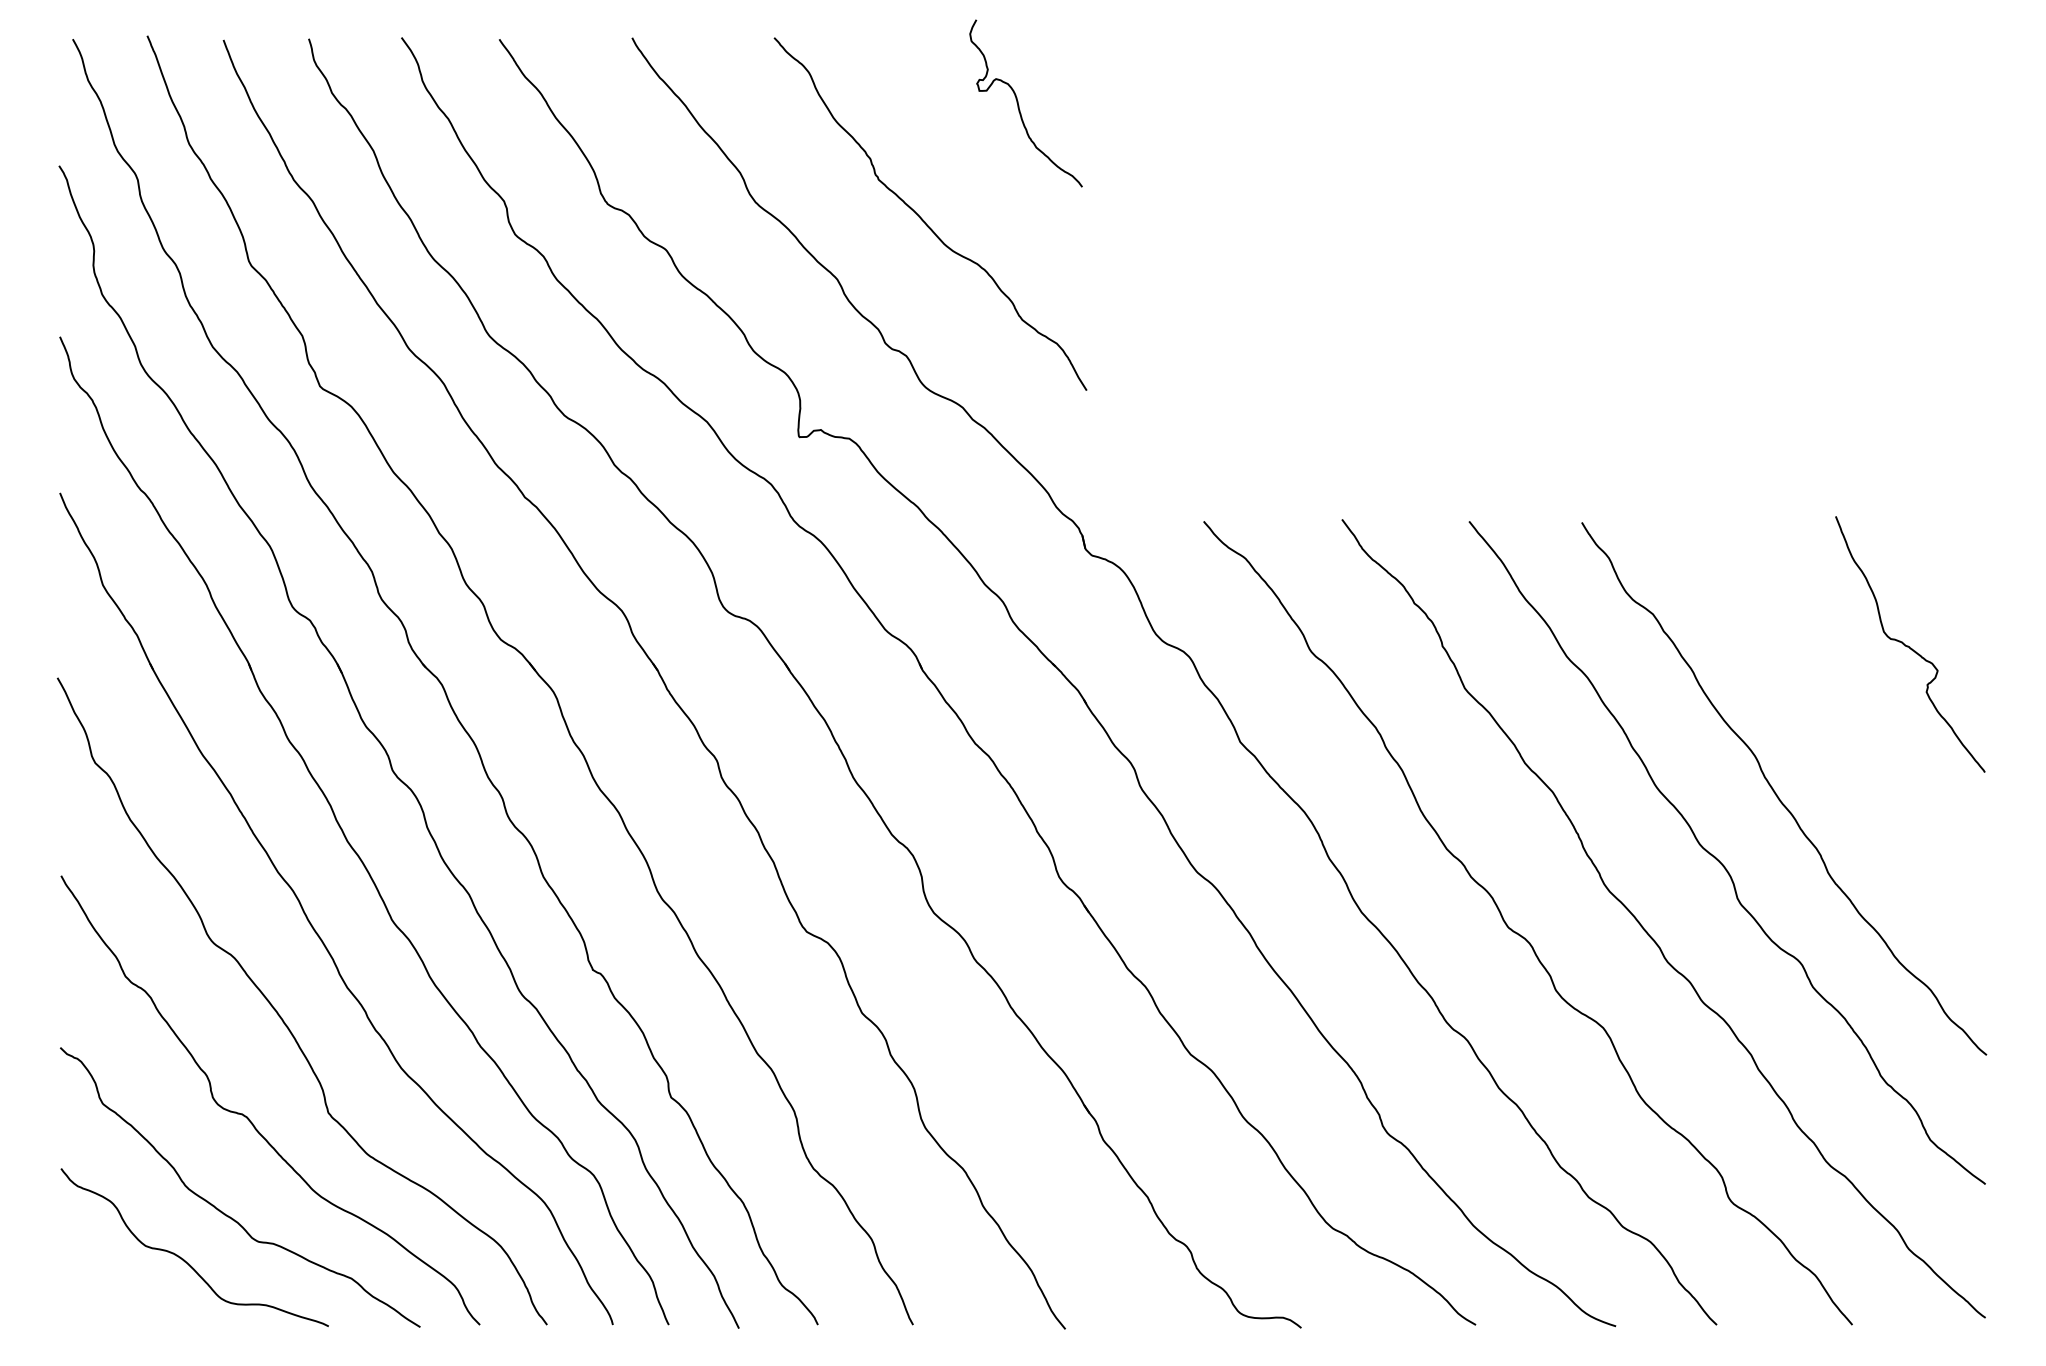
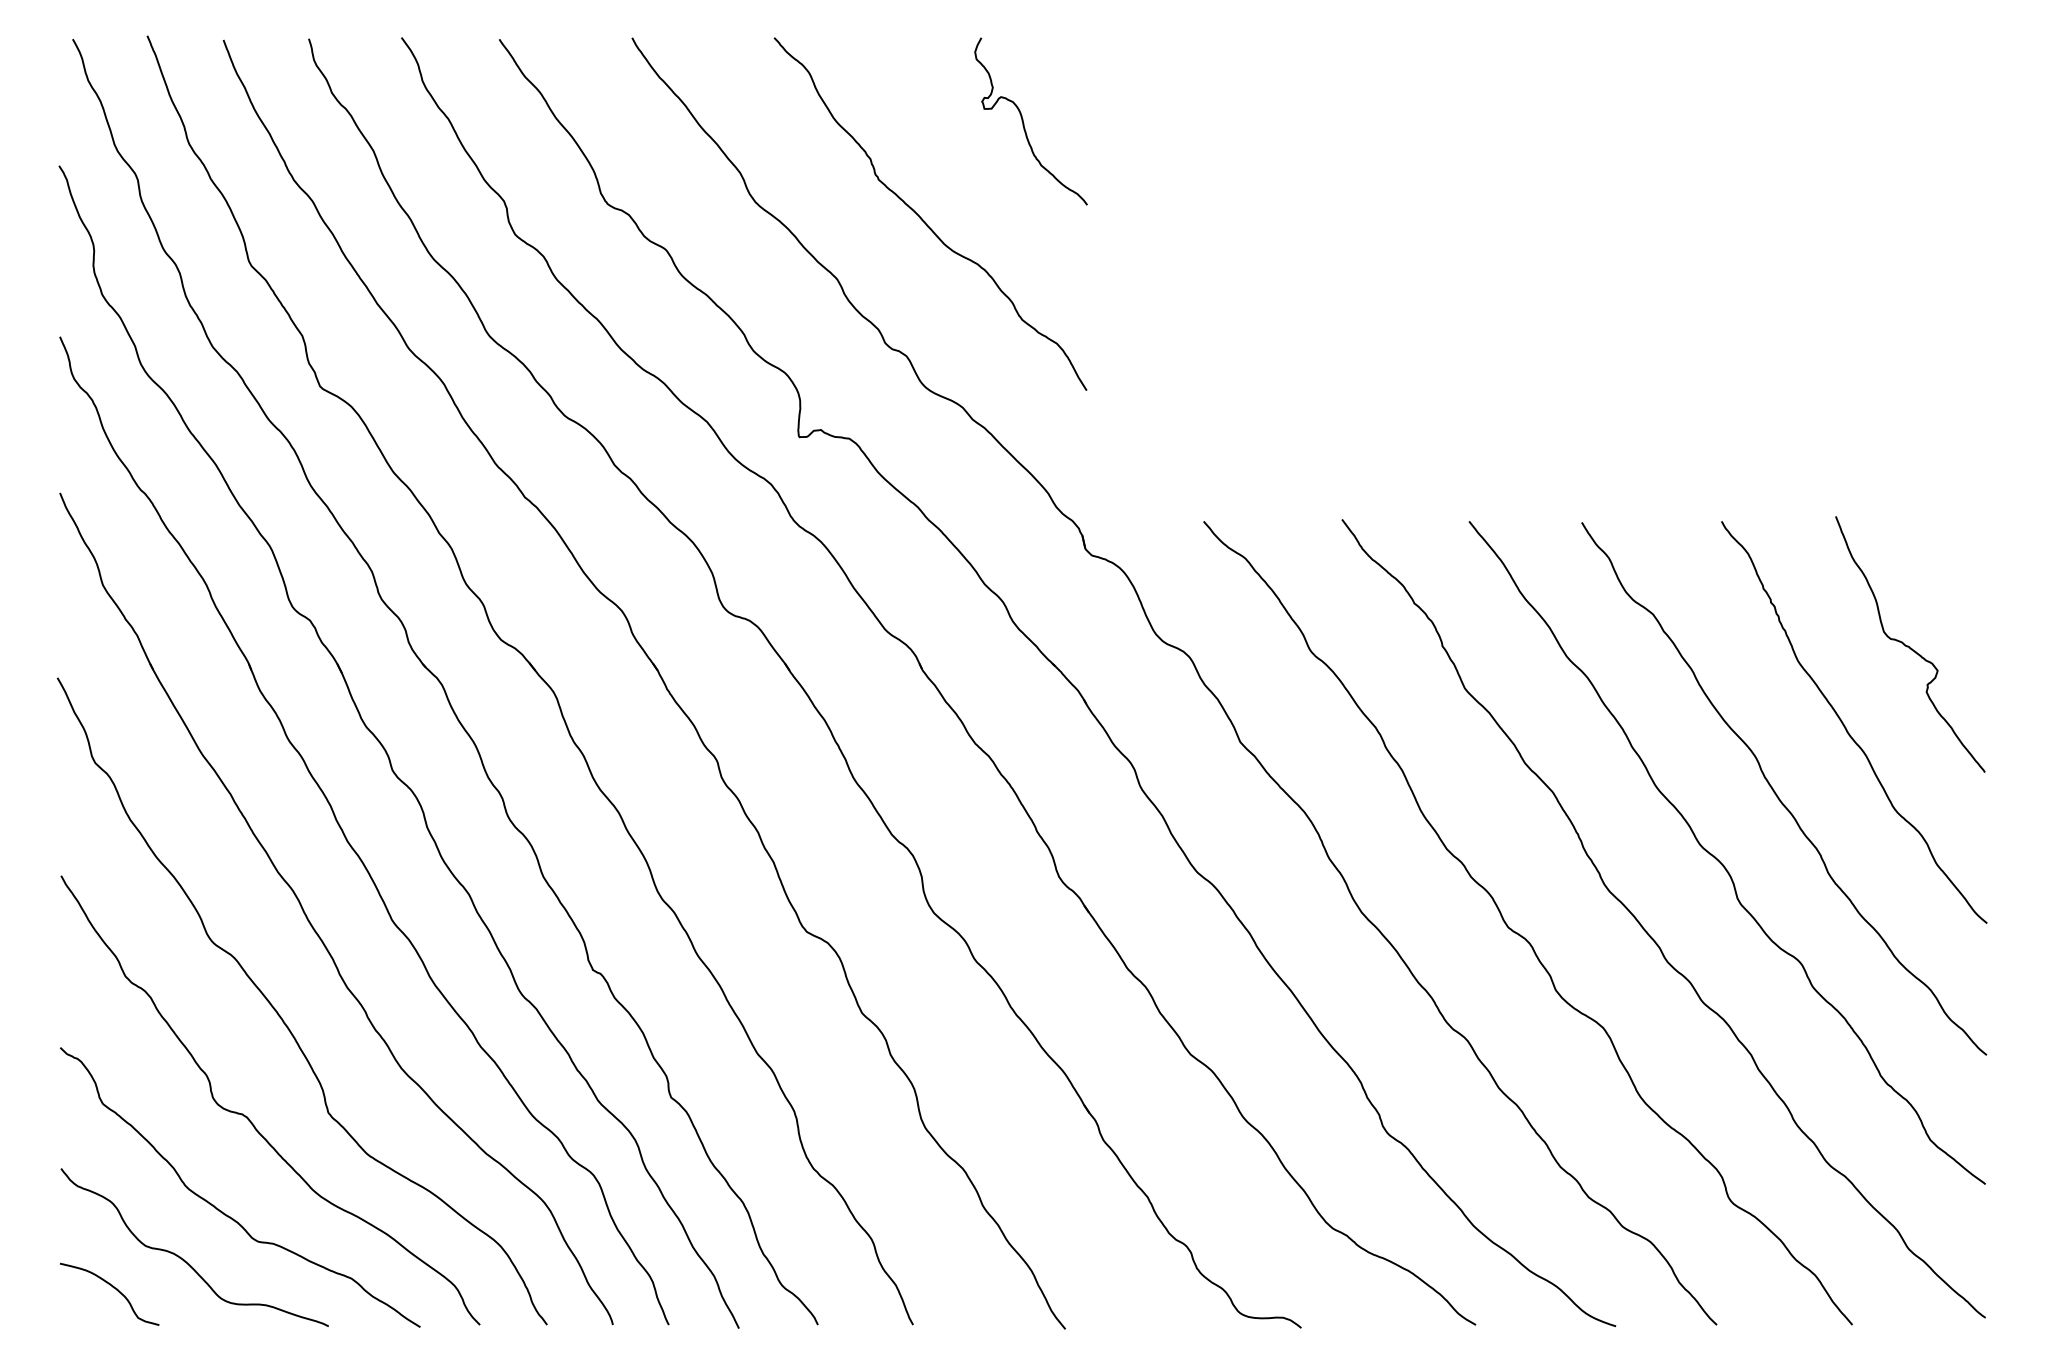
curve at (1019, 105) position: (1019, 105) -> (1024, 123)
curve at (1846, 727): none -> present
curve at (113, 1288): none -> present
